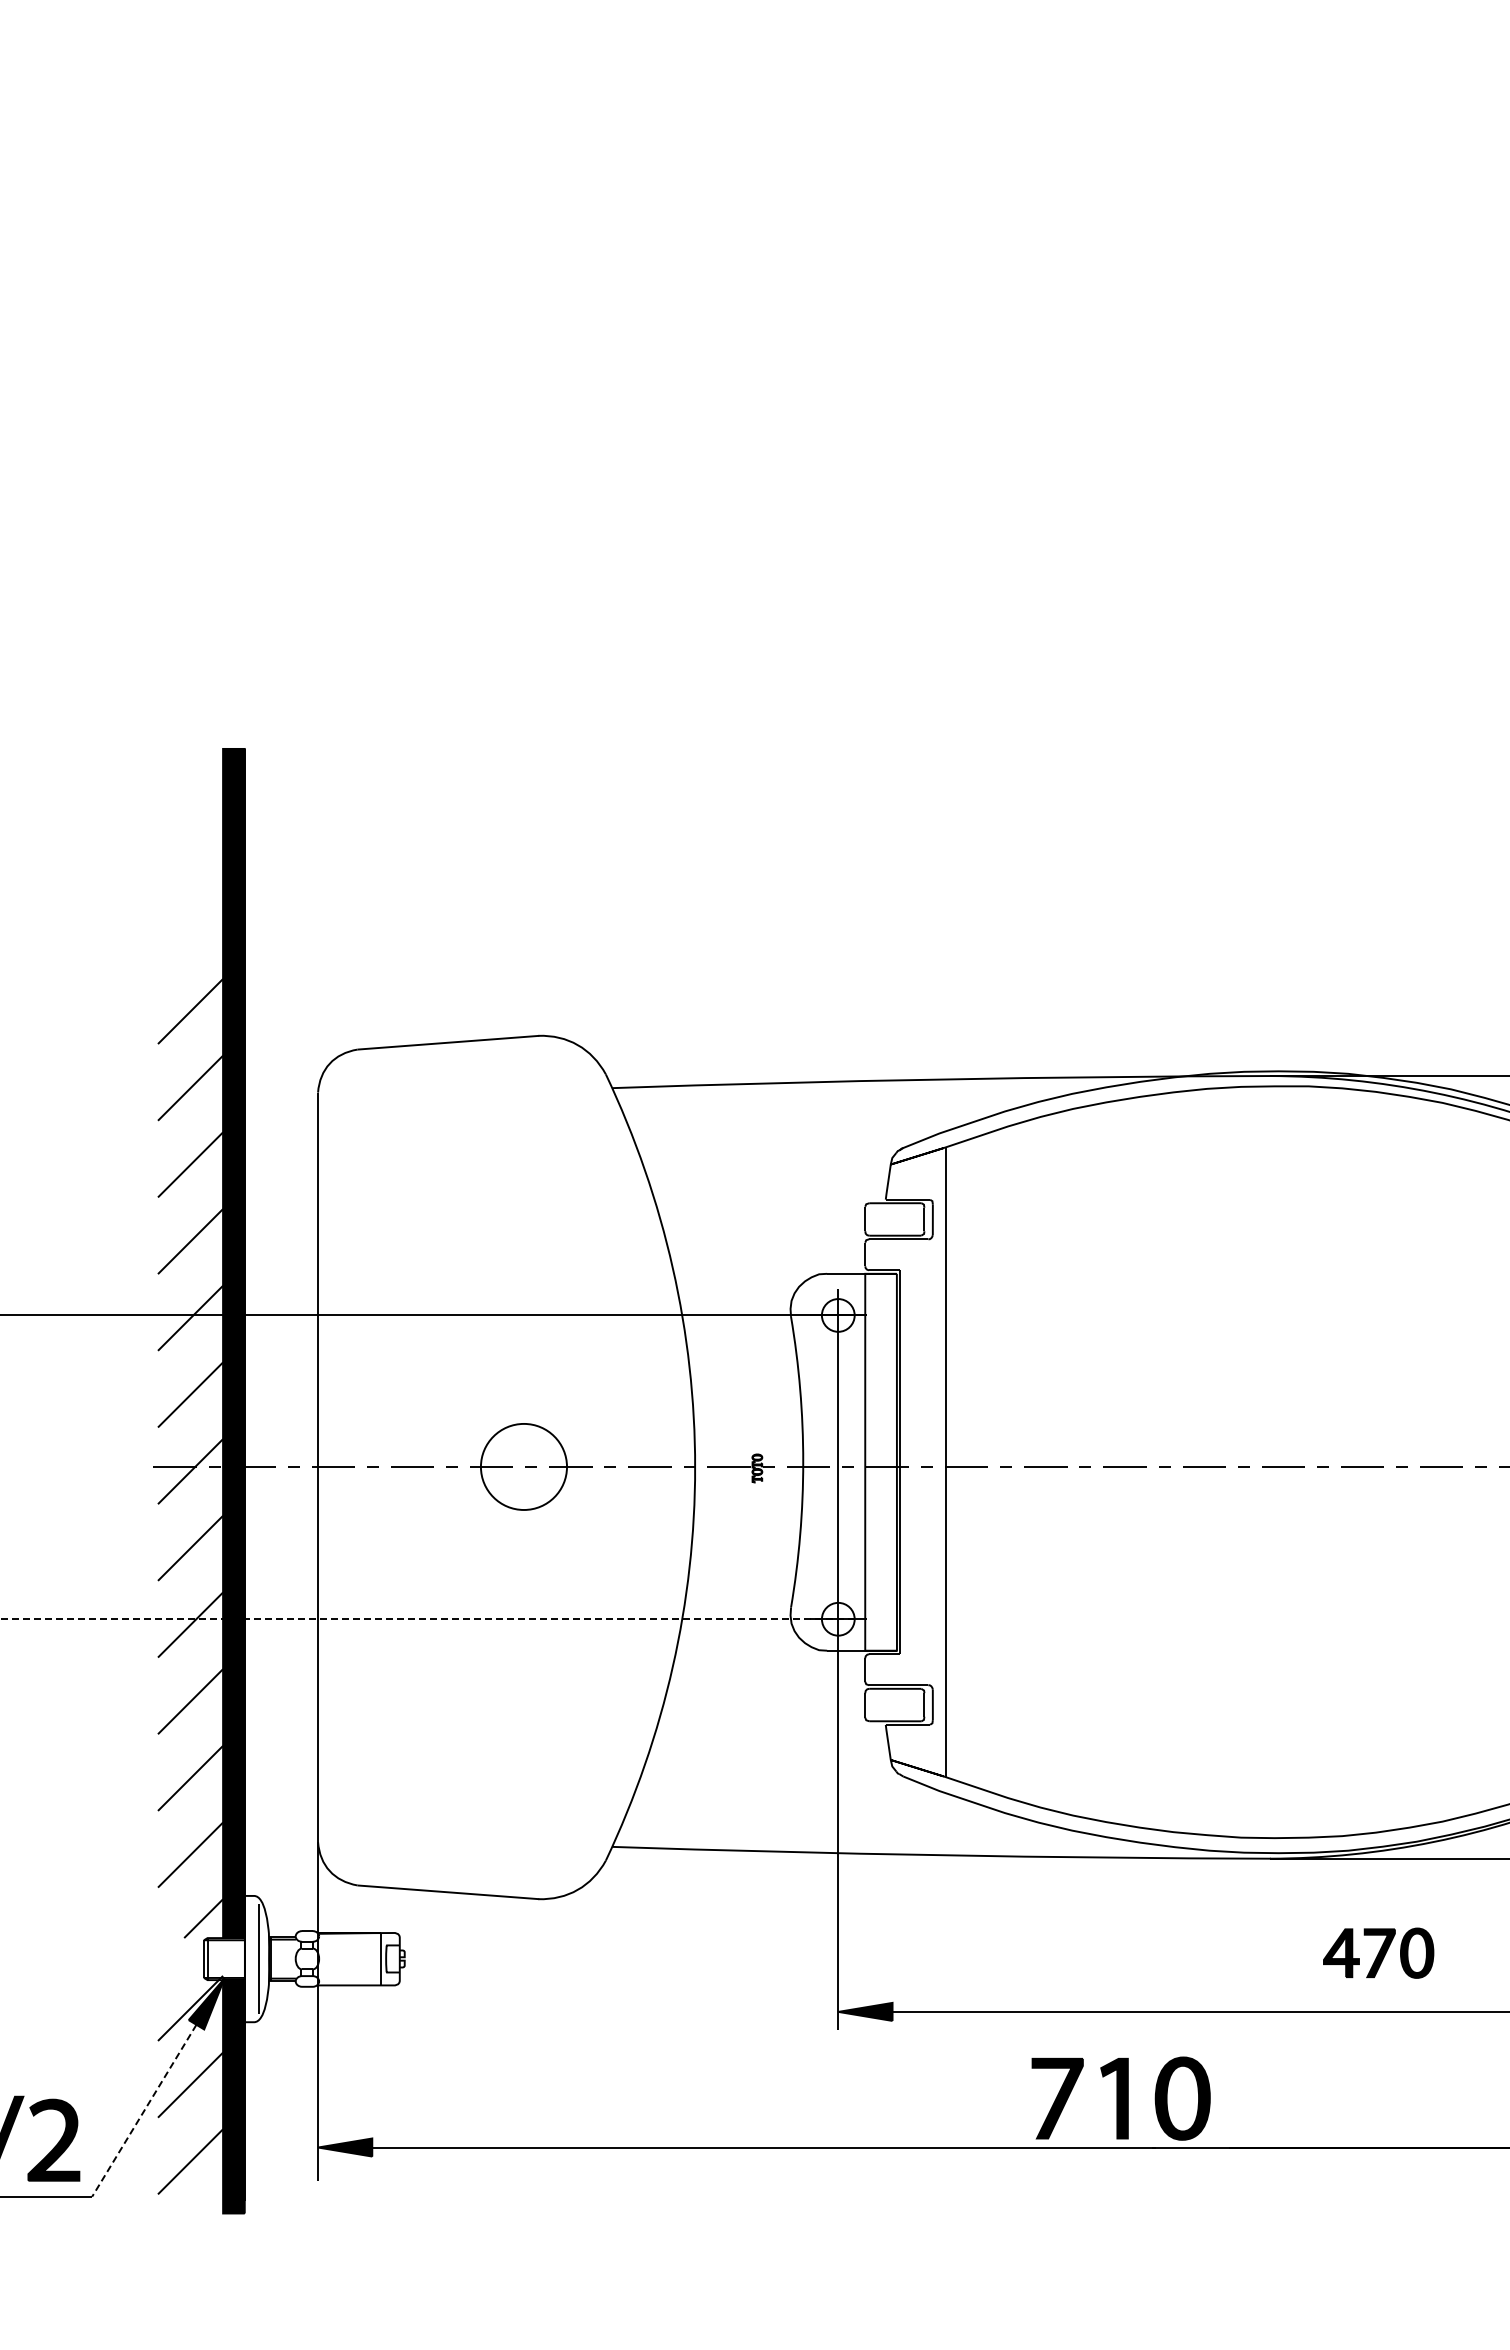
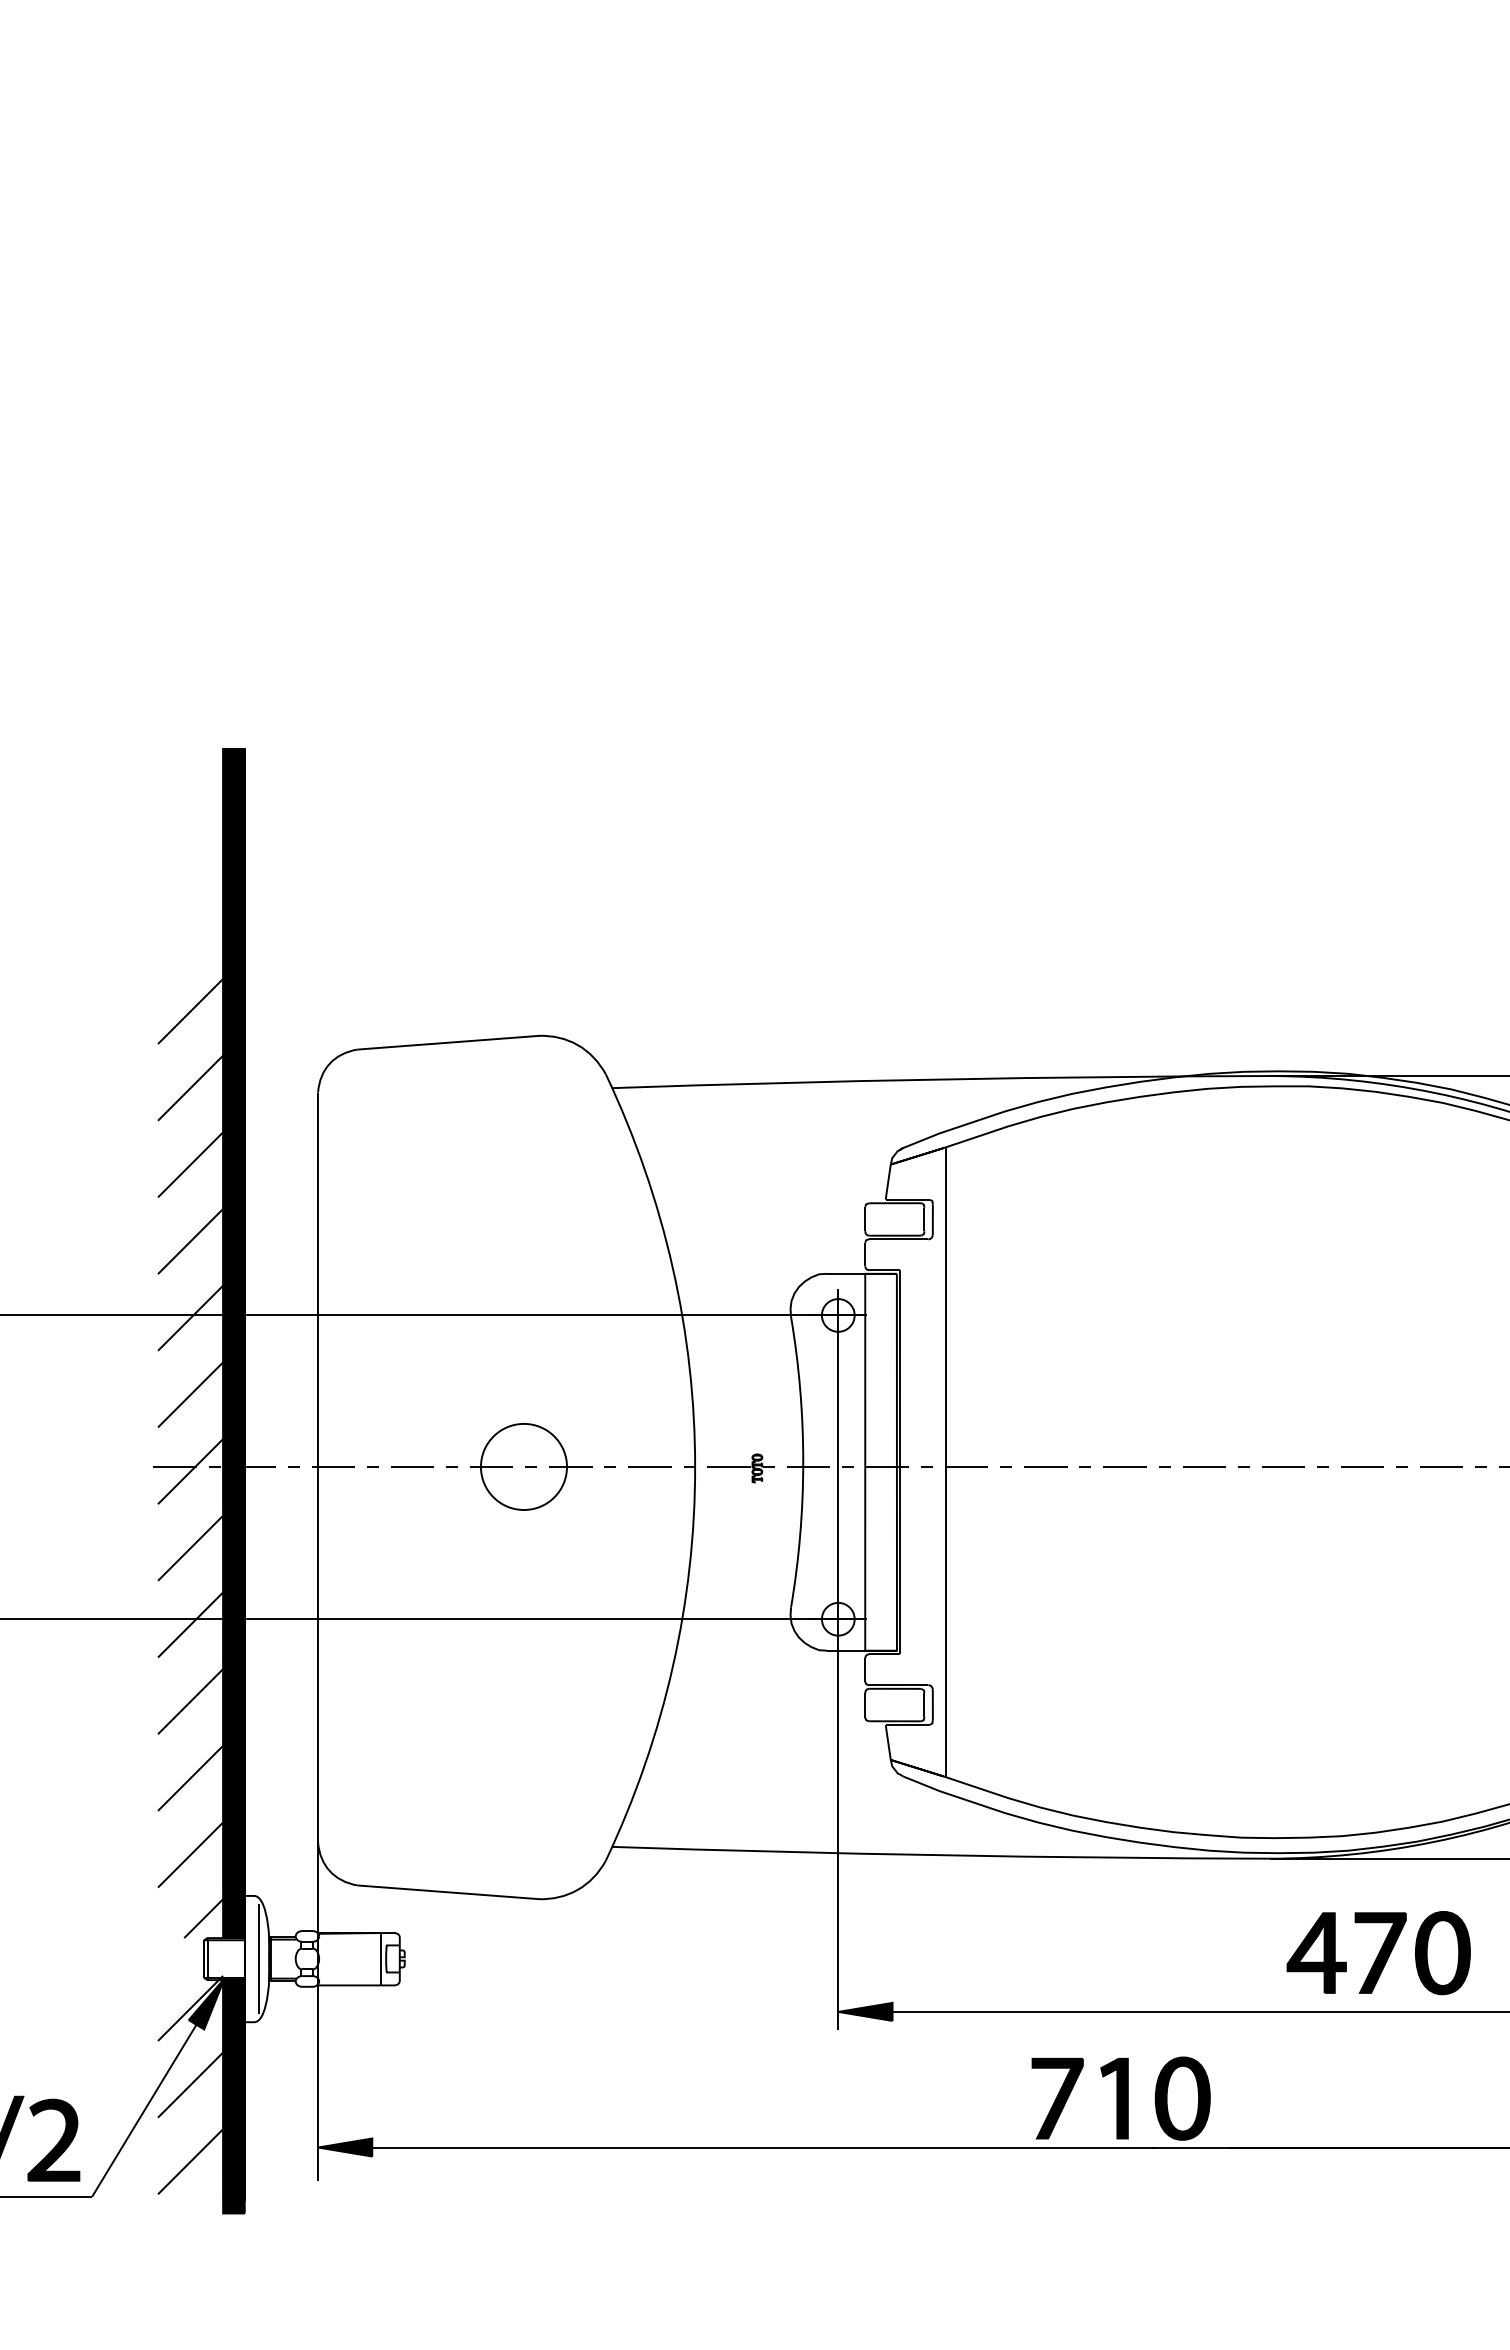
line at (427, 1619): dashed -> solid
part at (1378, 1952) size: 112x52 px -> 185x85 px
line at (144, 2110): dashed -> solid
